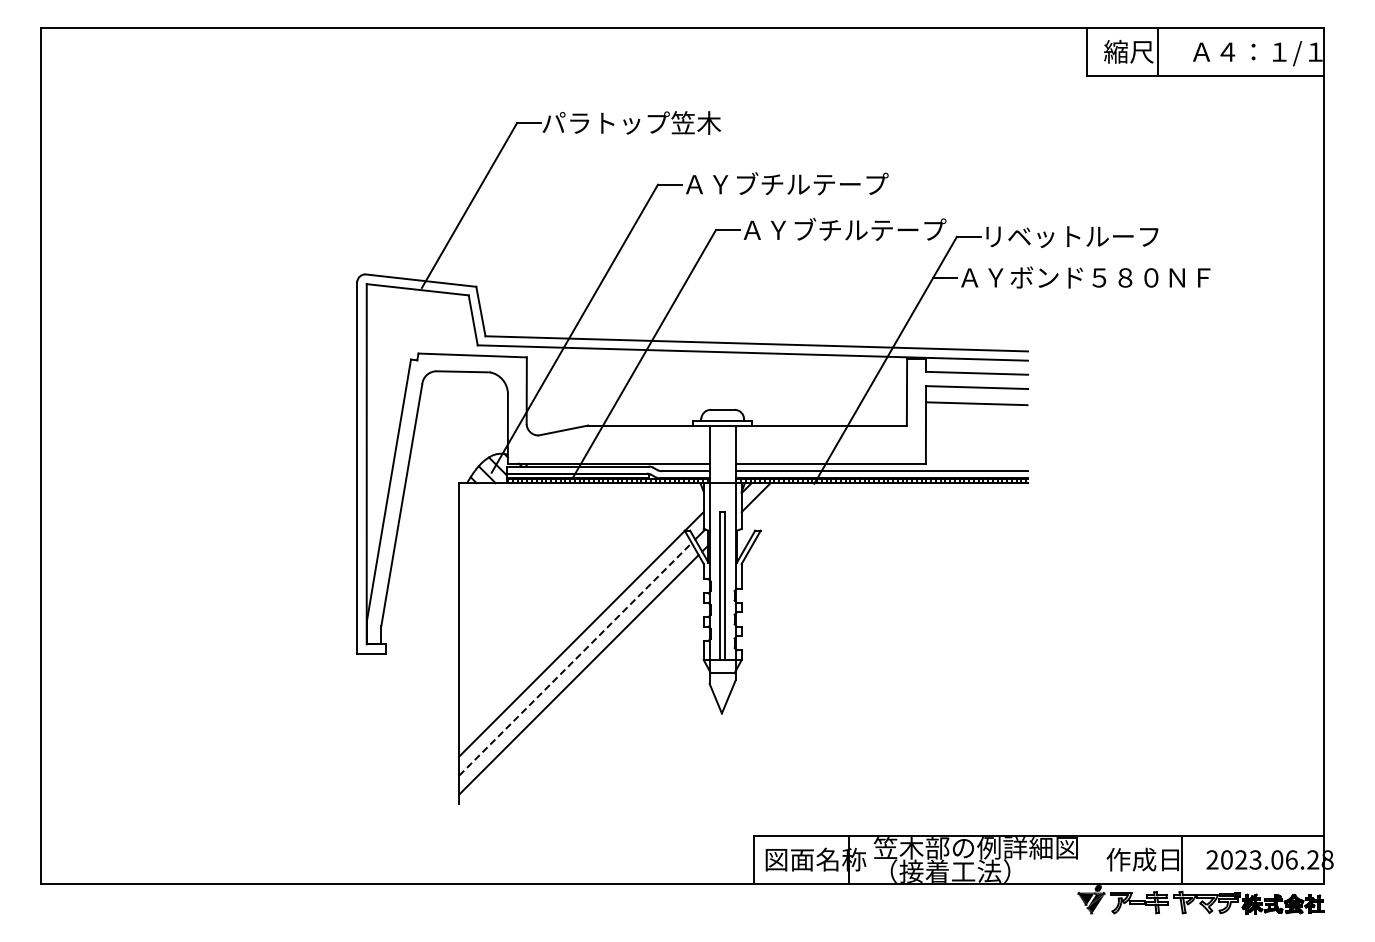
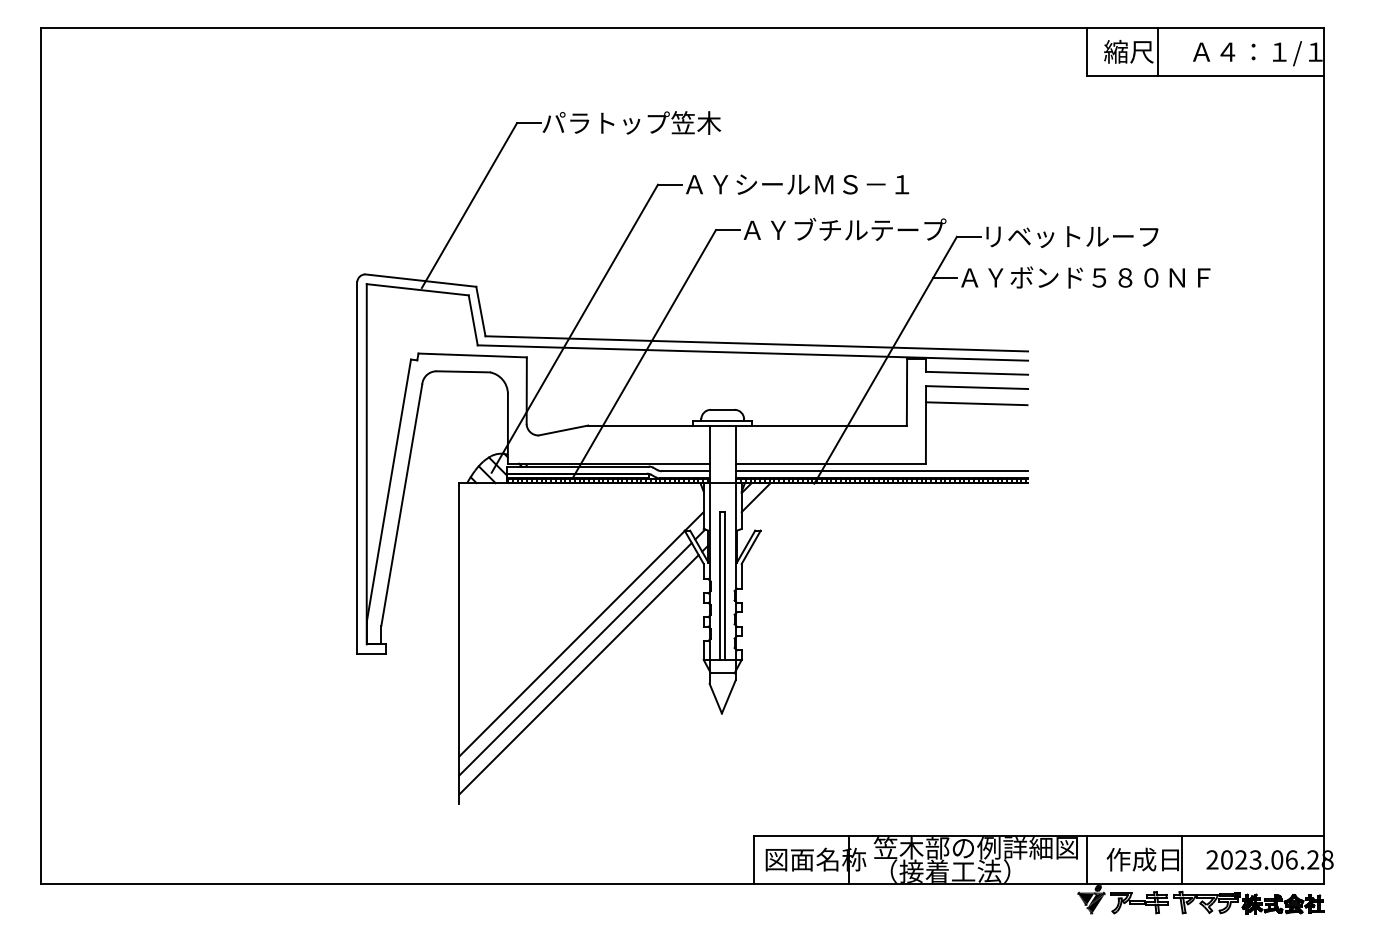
text at (822, 183): ＡＹブチルテープ -> ＡＹシールＭＳ－１
line at (575, 659): dashed -> solid
line at (1086, 859): none -> present
